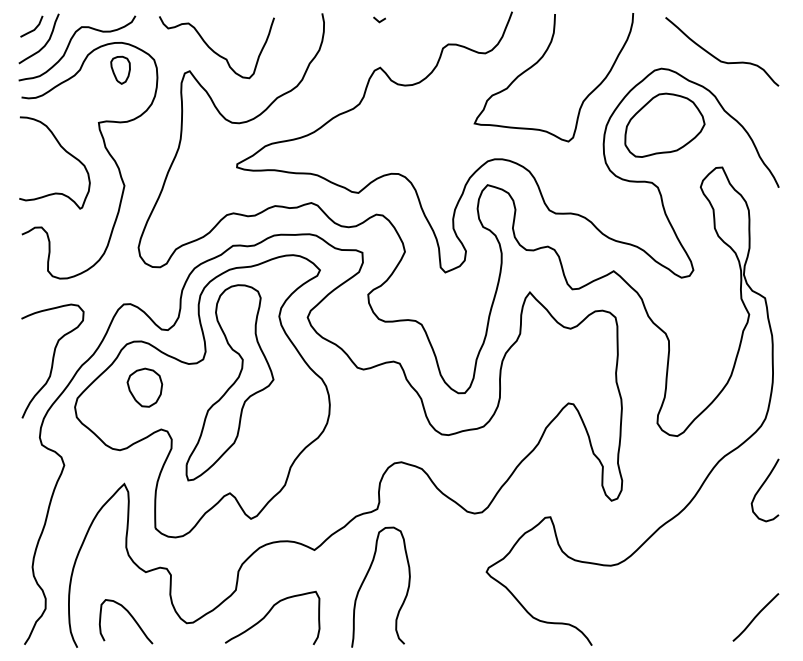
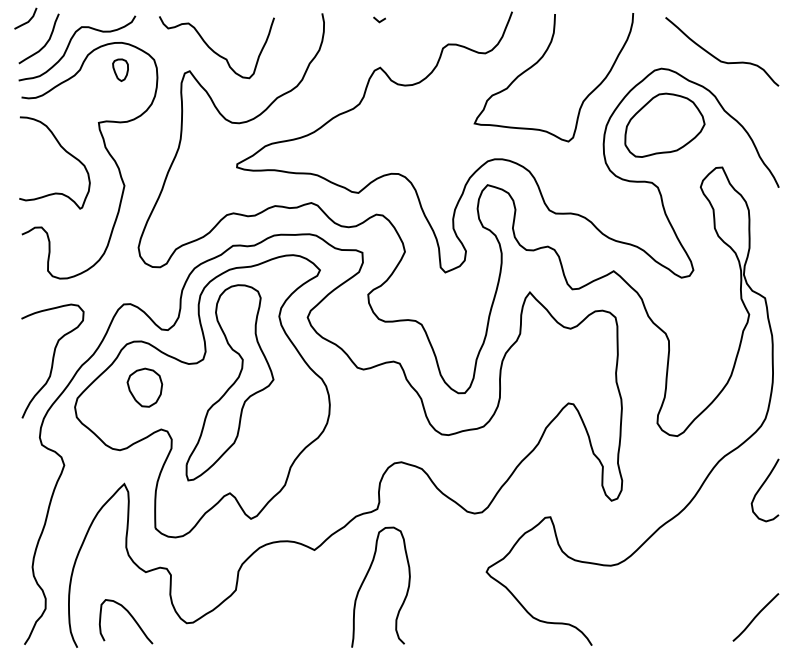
line at (32, 29) position: (32, 29) -> (26, 21)
part at (120, 69) size: 21x30 px -> 17x24 px
curve at (268, 614): present -> none
